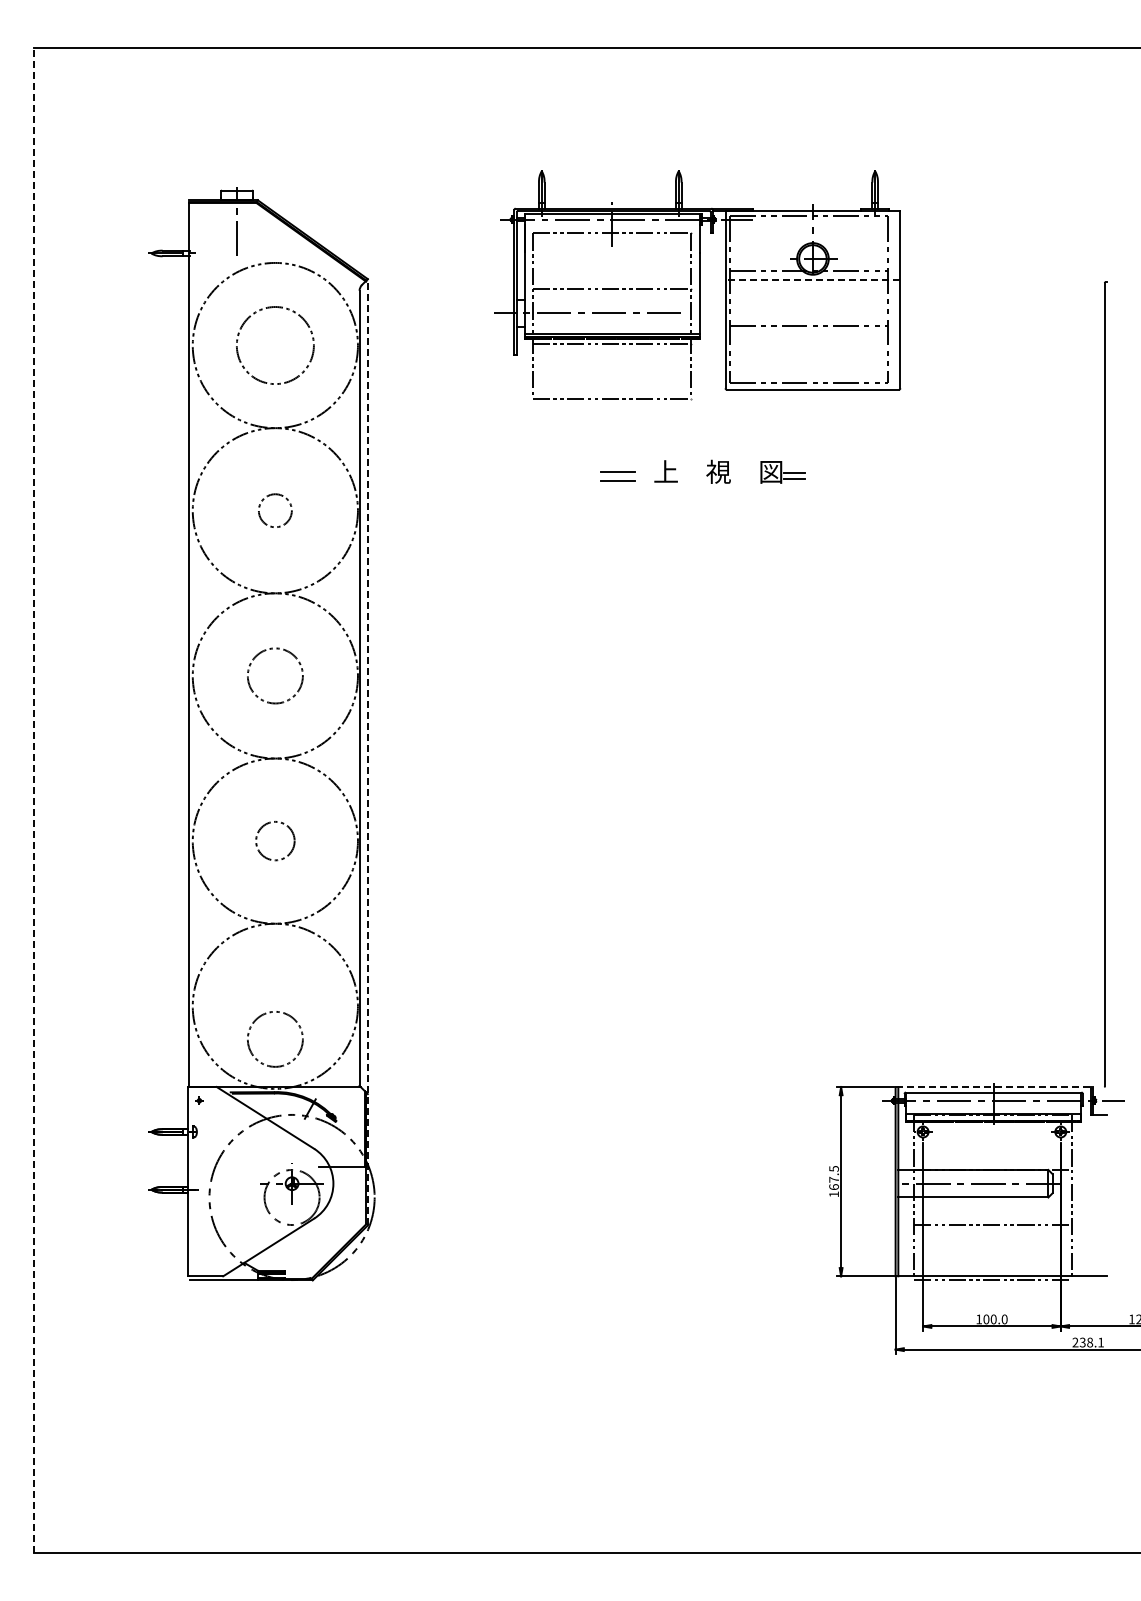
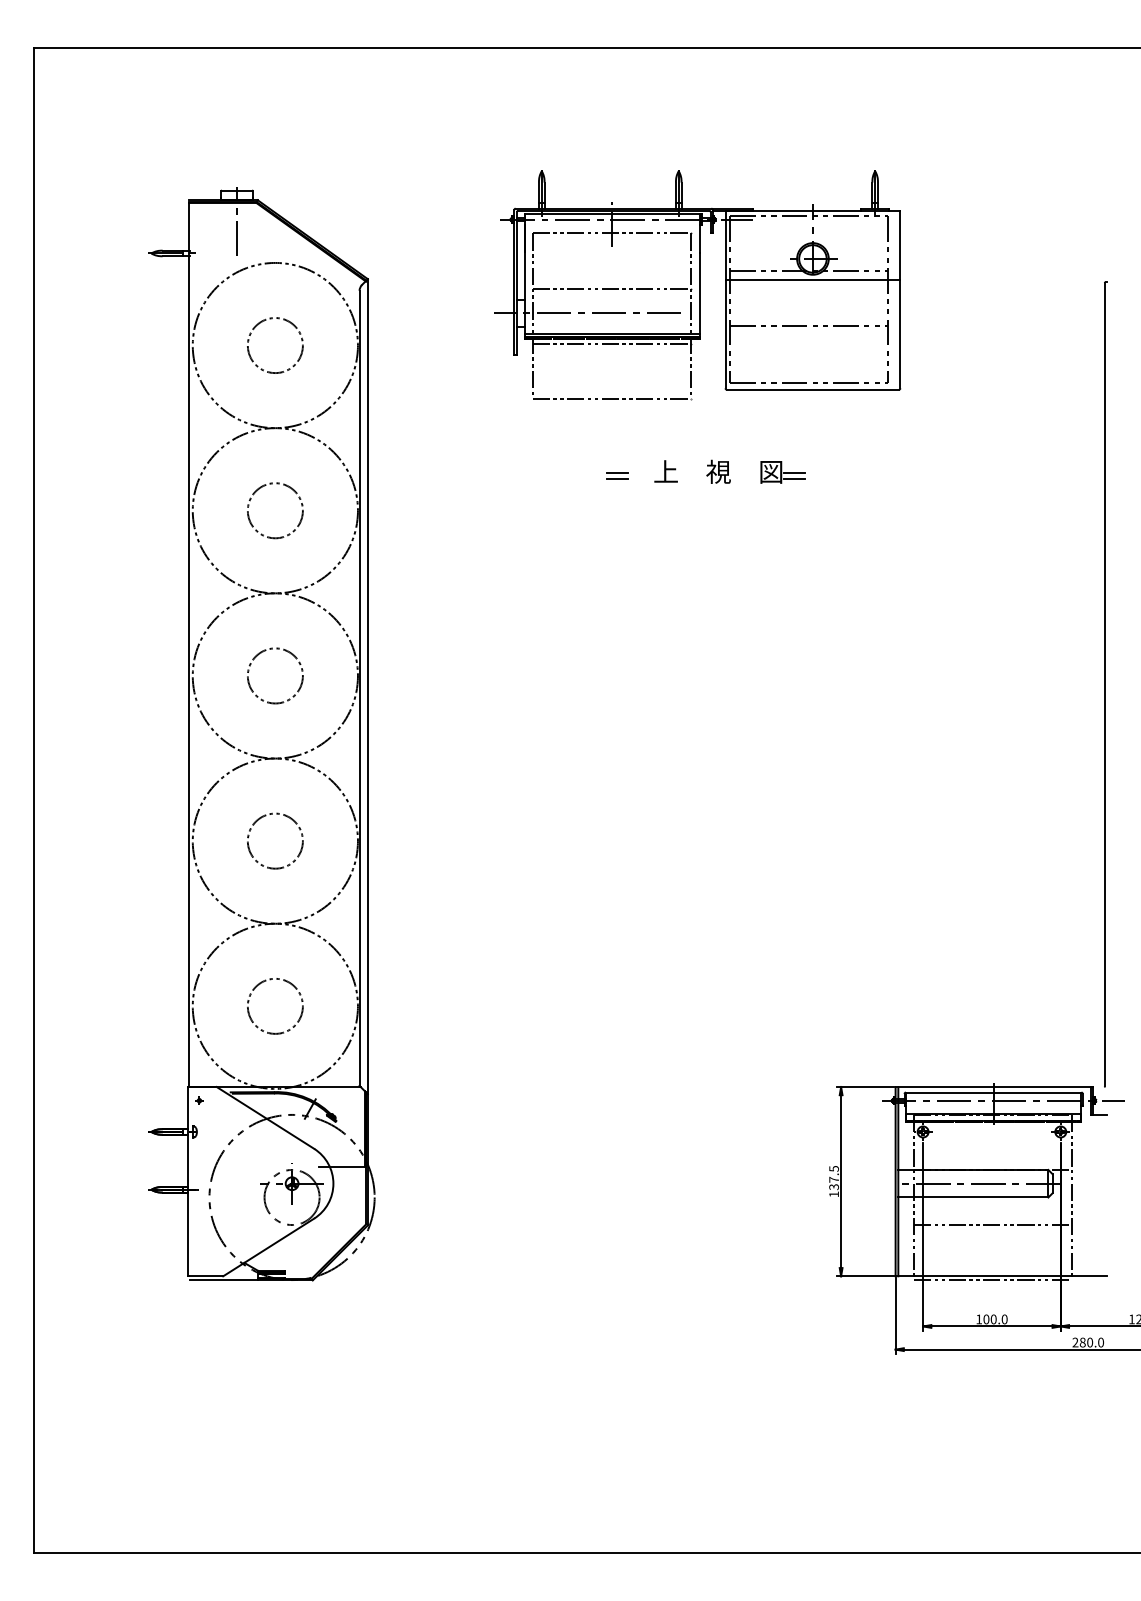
line at (812, 279): dashed -> solid
circle at (274, 345) diameter: 77 px -> 55 px
part at (617, 476) size: 36x11 px -> 23x8 px
circle at (274, 510) diameter: 33 px -> 55 px
line at (367, 751): dashed -> solid
line at (34, 800): dashed -> solid
circle at (275, 841) size: 41x41 px -> 57x58 px
circle at (275, 1039) position: (275, 1039) -> (275, 1006)
line at (994, 1086): dashed -> solid
text at (833, 1187): 167.5 -> 137.5
text at (1091, 1342): 238.1 -> 280.0
